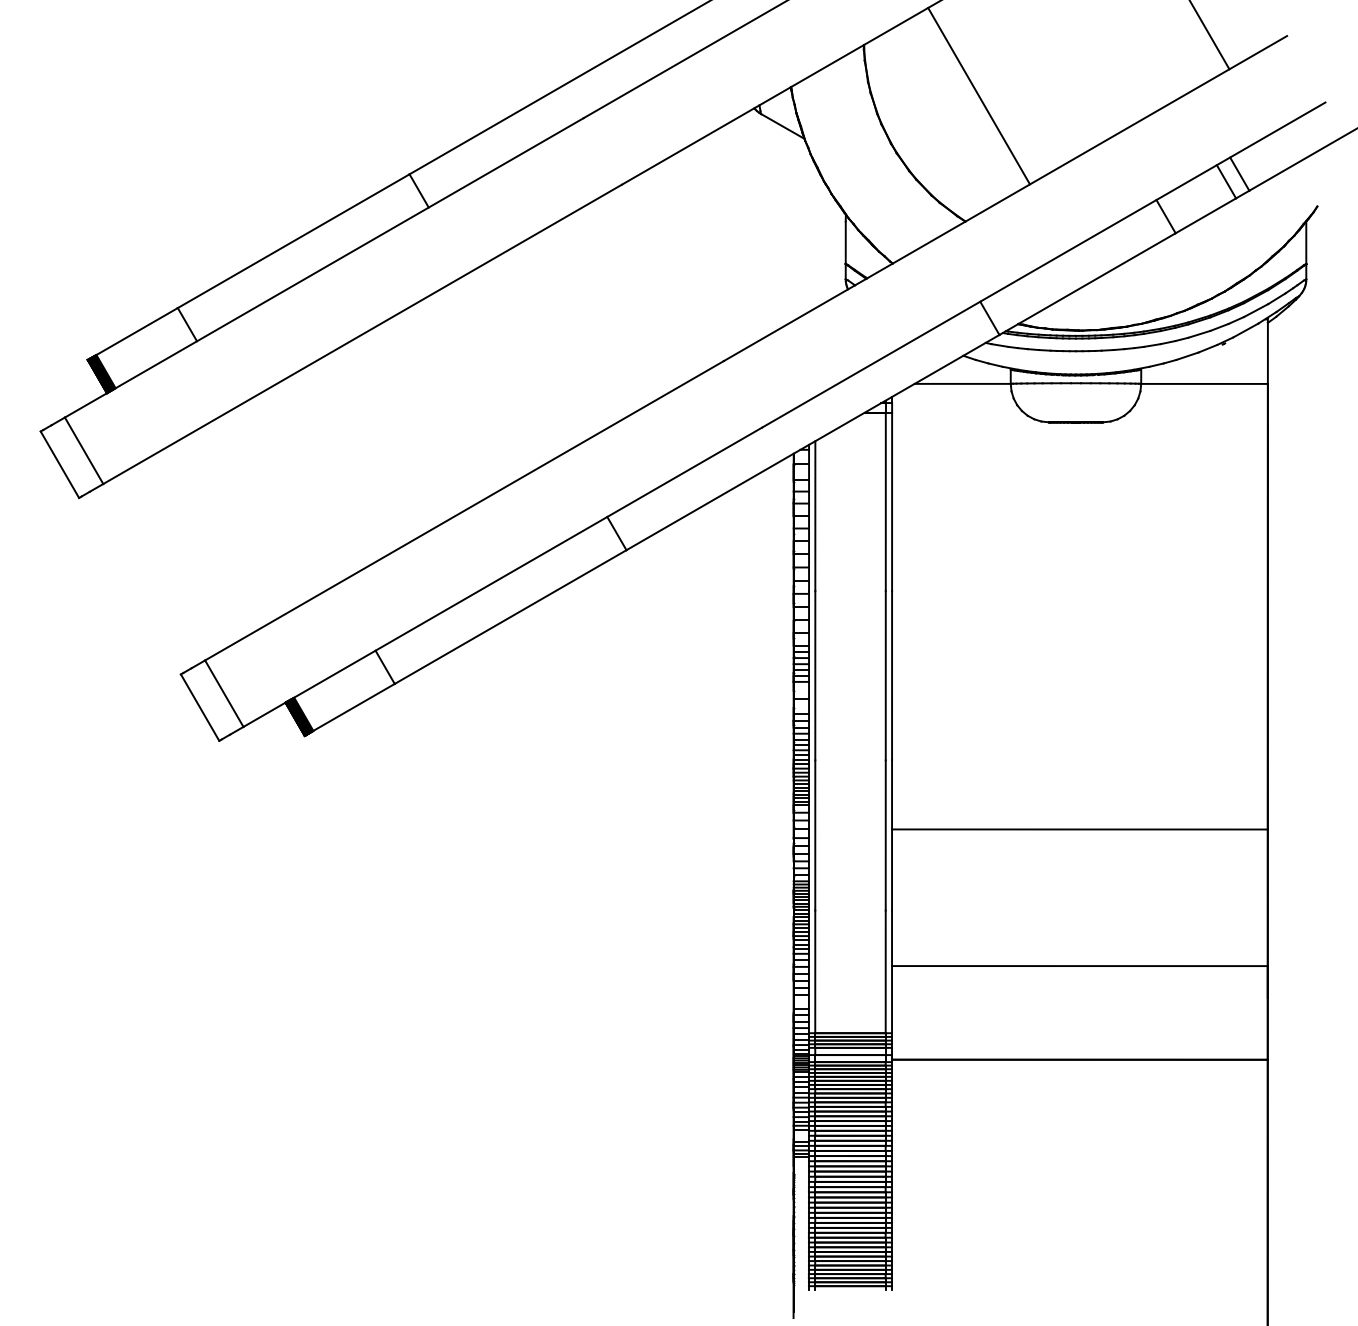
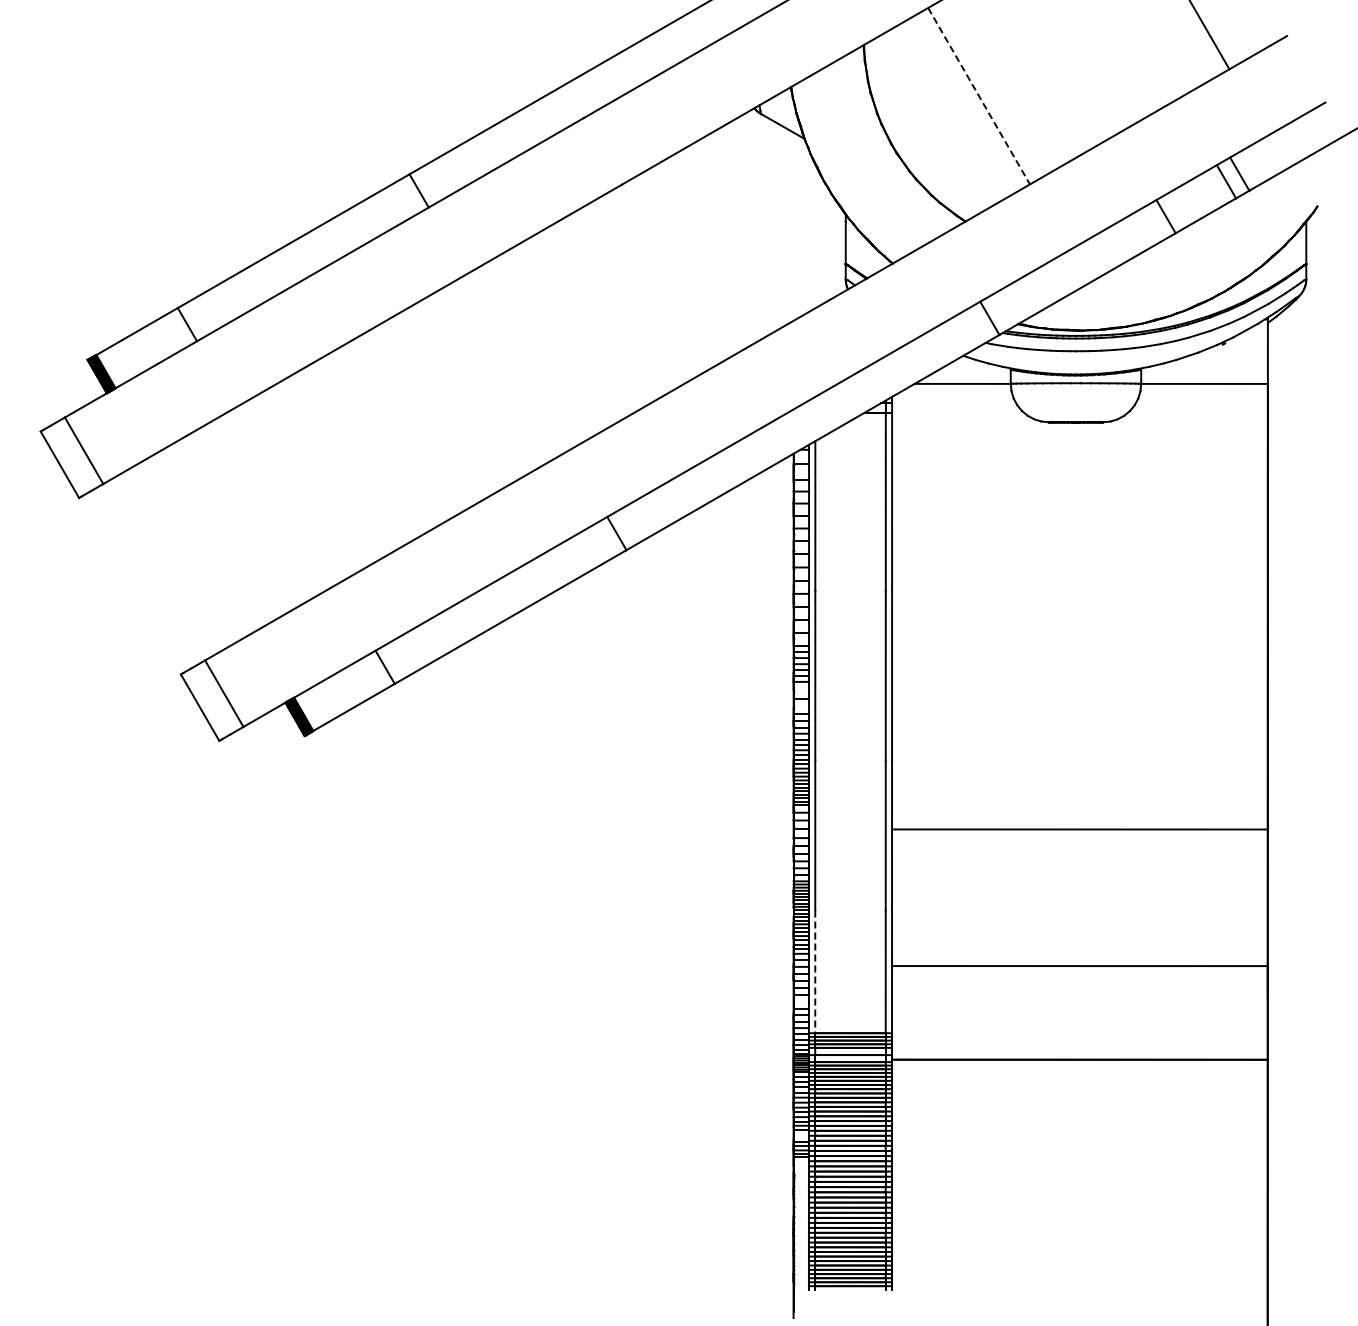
line at (979, 96): solid -> dashed
line at (815, 972): solid -> dashed
